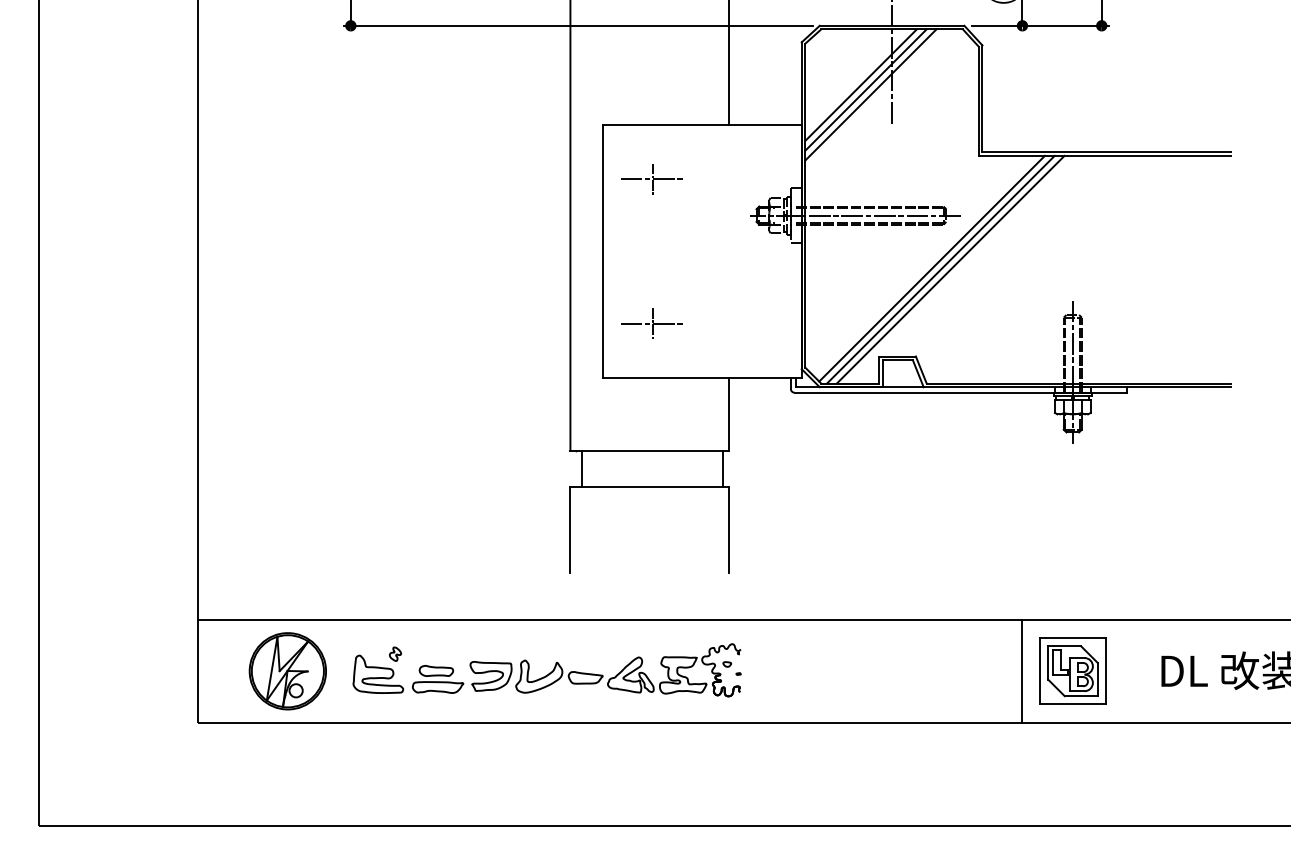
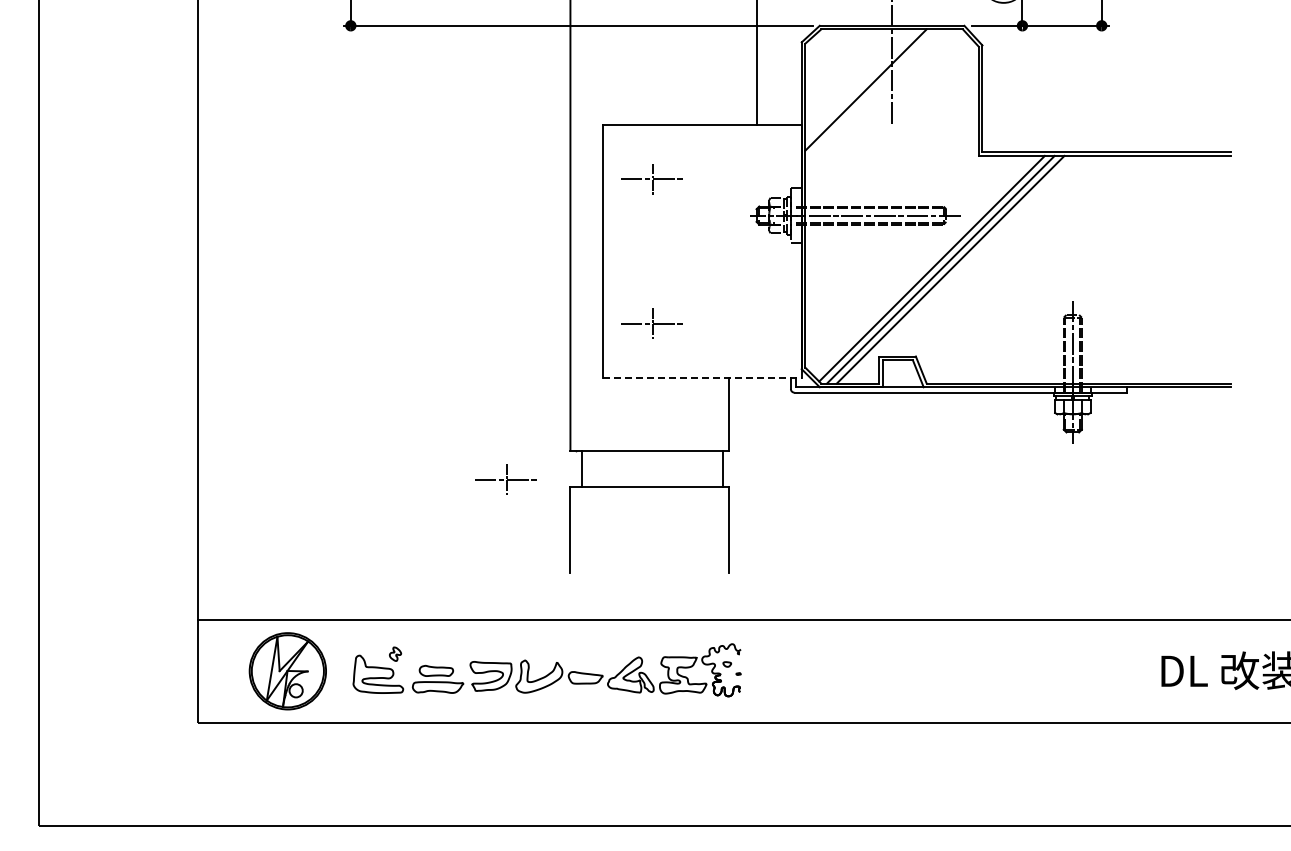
line at (729, 63) position: (729, 63) -> (757, 63)
line at (860, 84): present -> none
line at (870, 94): present -> none
line at (702, 378): solid -> dashed
part at (505, 479): none -> present
line at (1021, 670): present -> none
part at (1072, 670): present -> none
